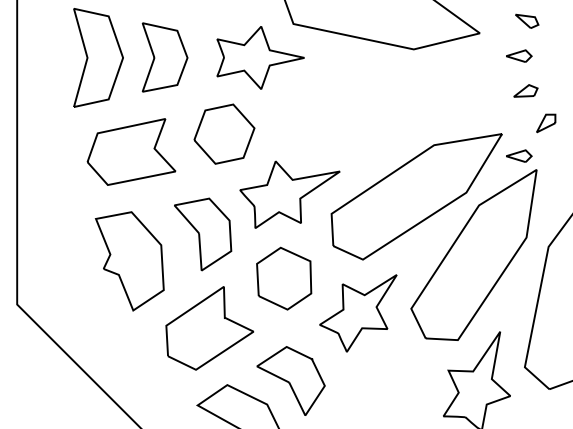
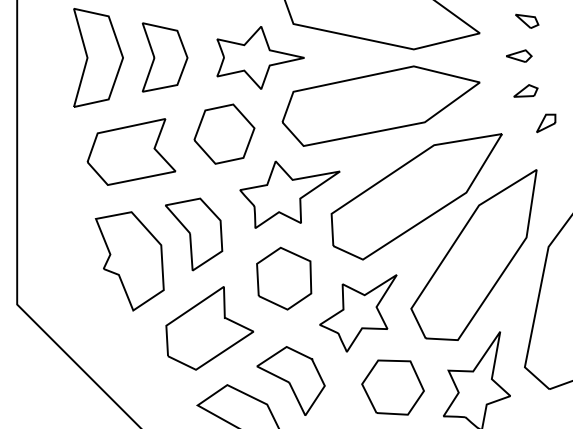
part at (380, 105): none -> present
part at (519, 155): present -> none
part at (203, 234) position: (203, 234) -> (194, 234)
part at (392, 387): none -> present
